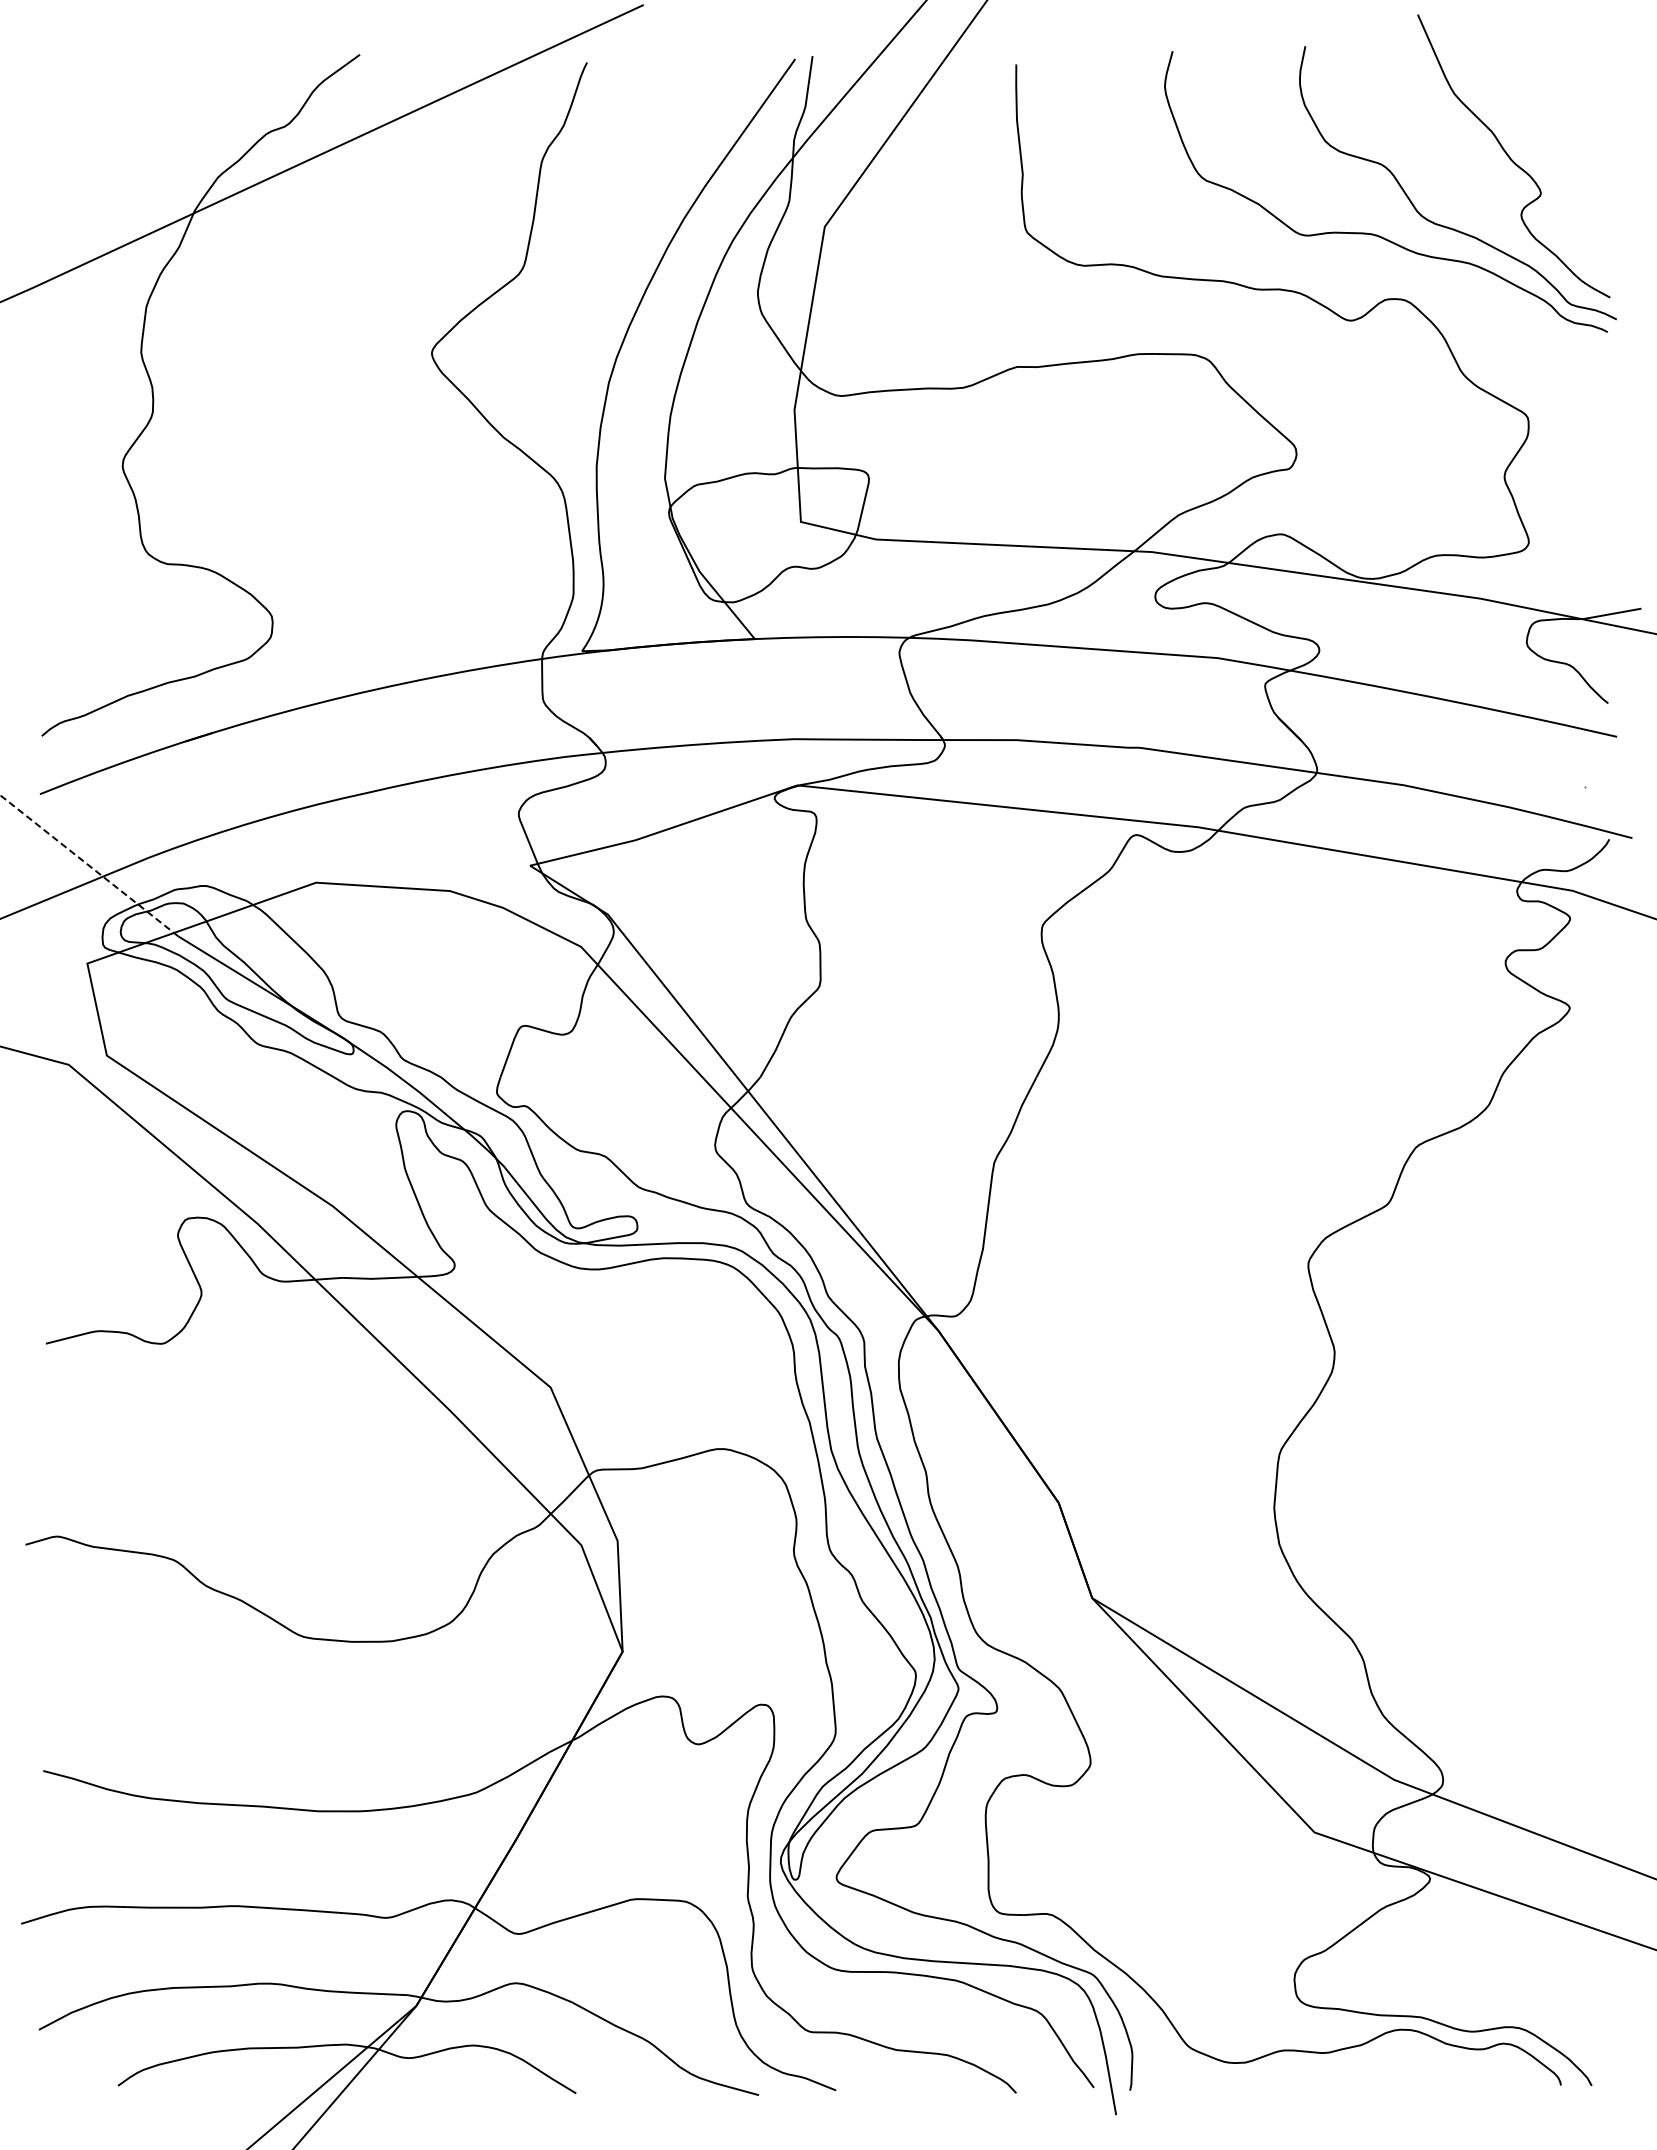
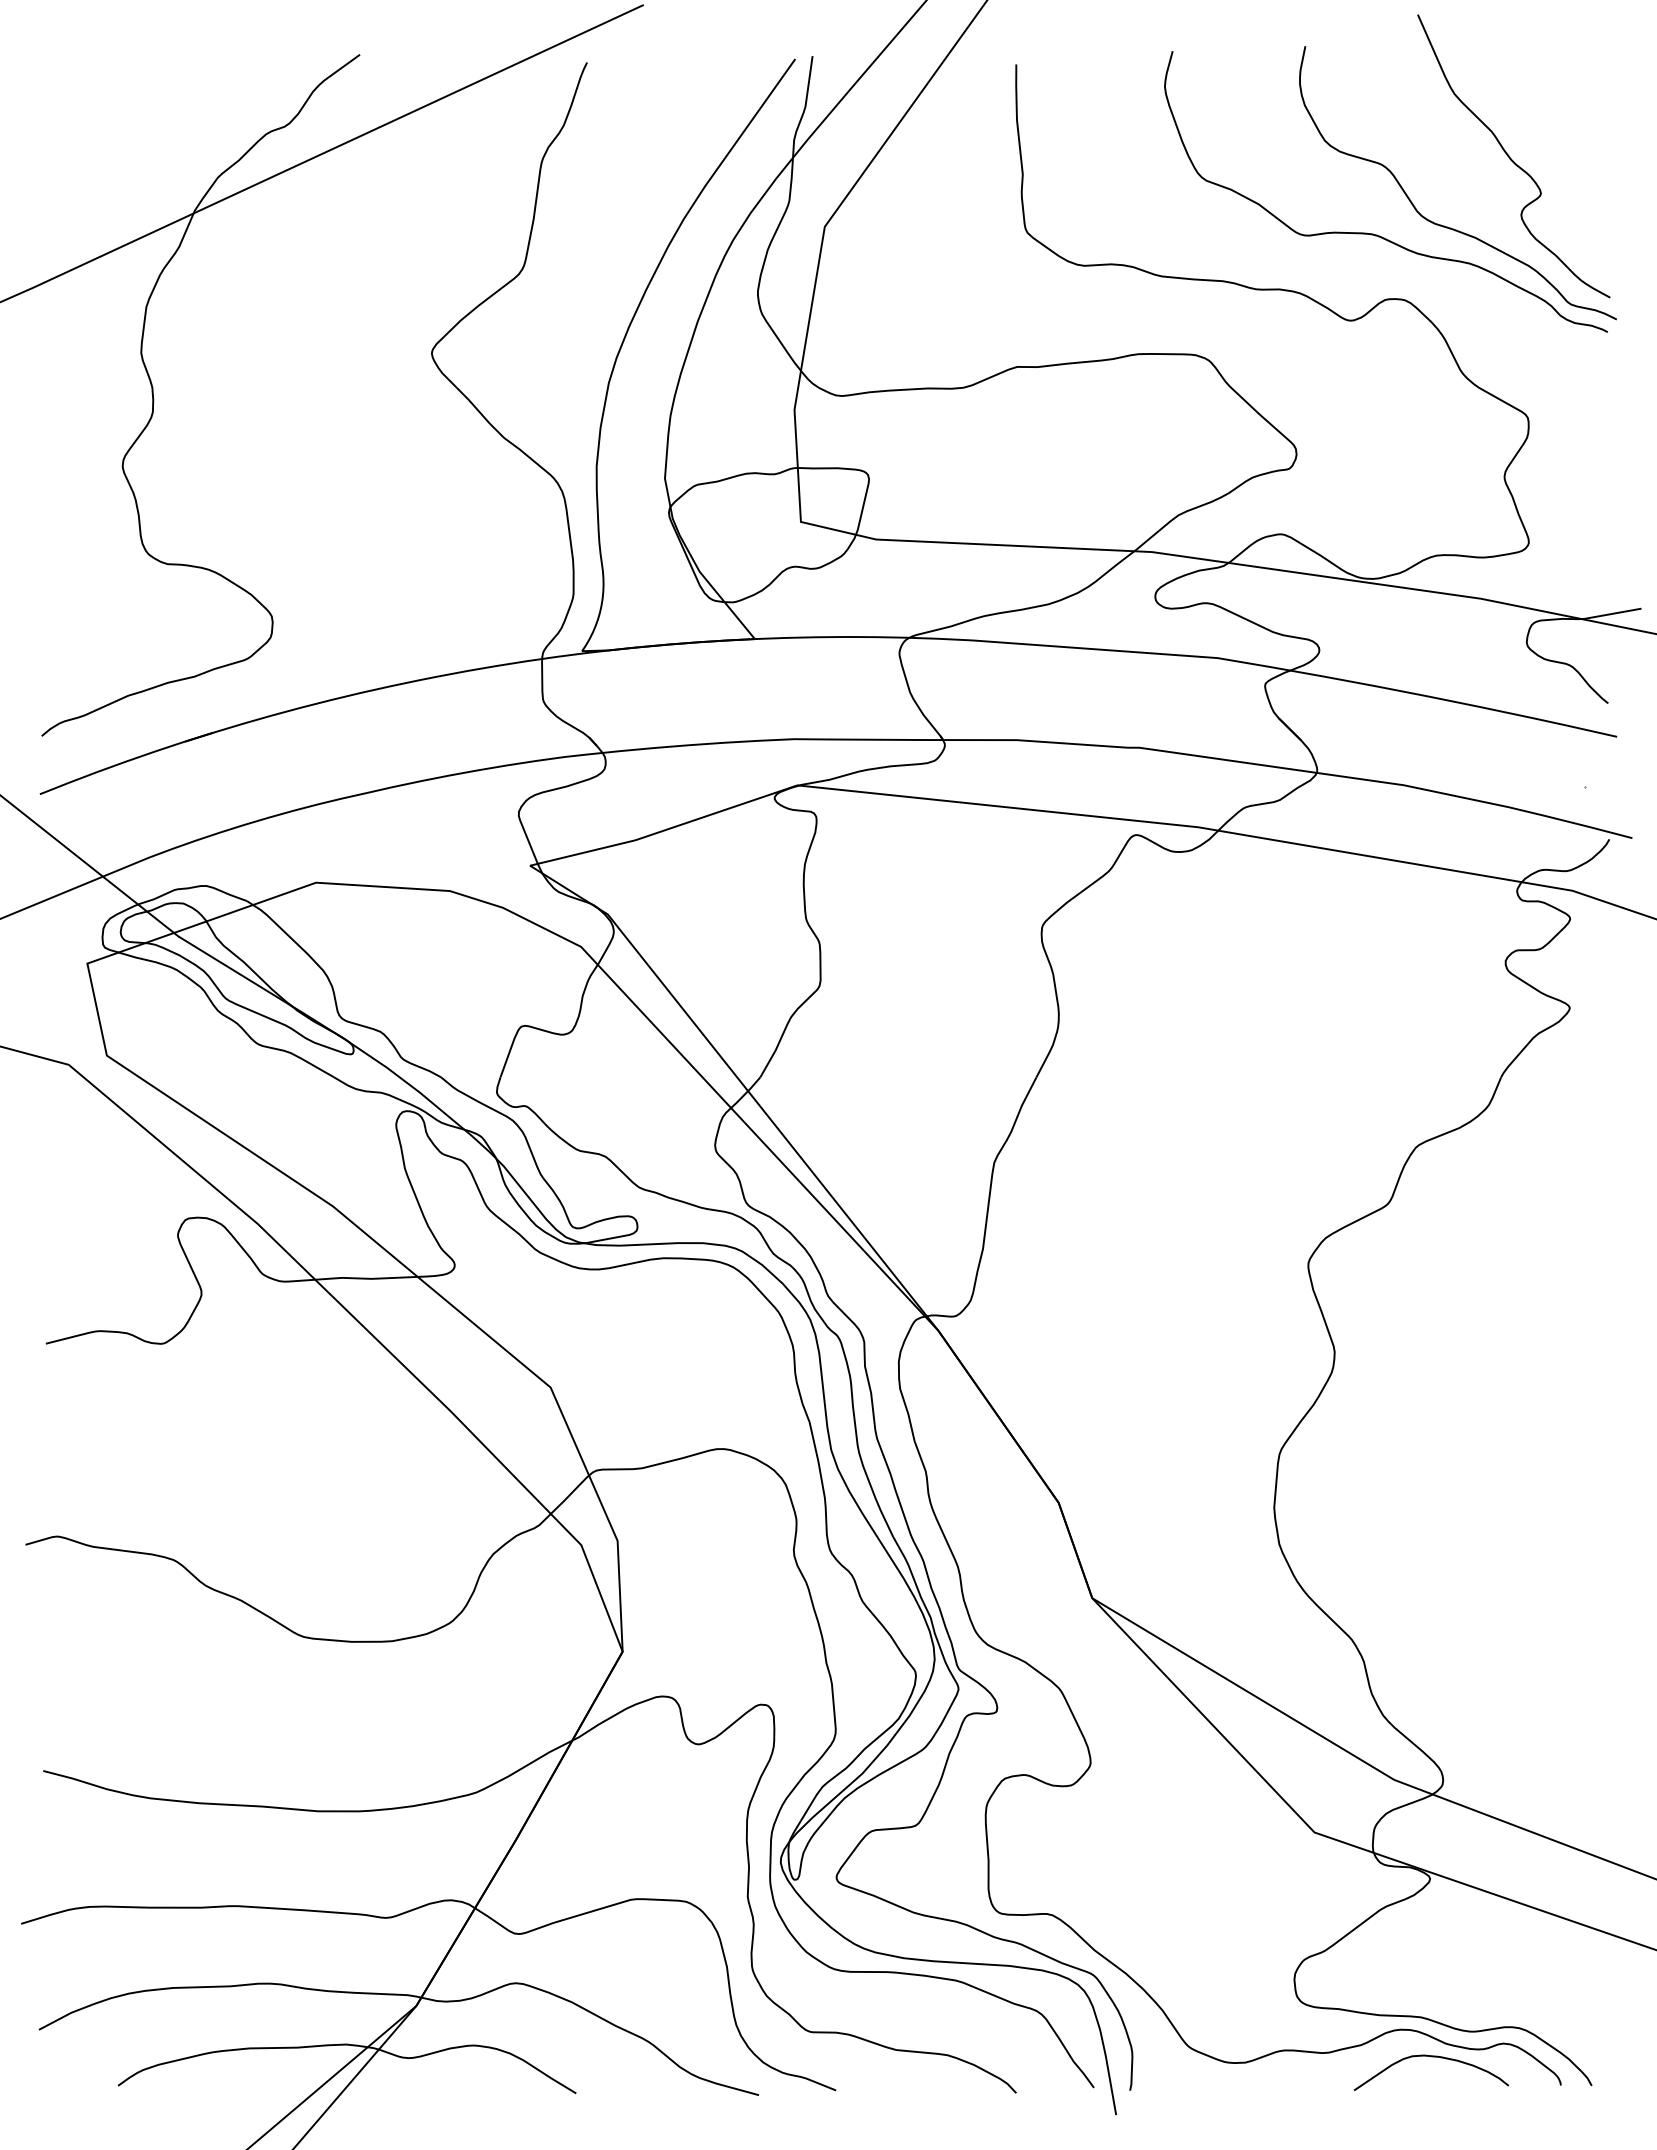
line at (89, 865): dashed -> solid
curve at (1431, 2057): none -> present
